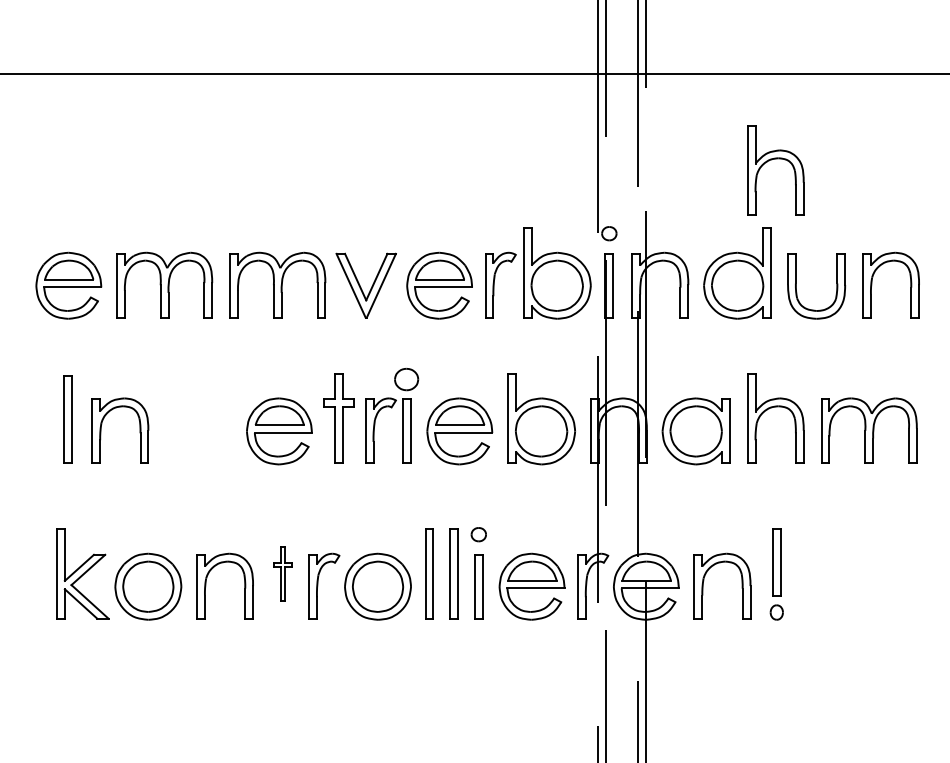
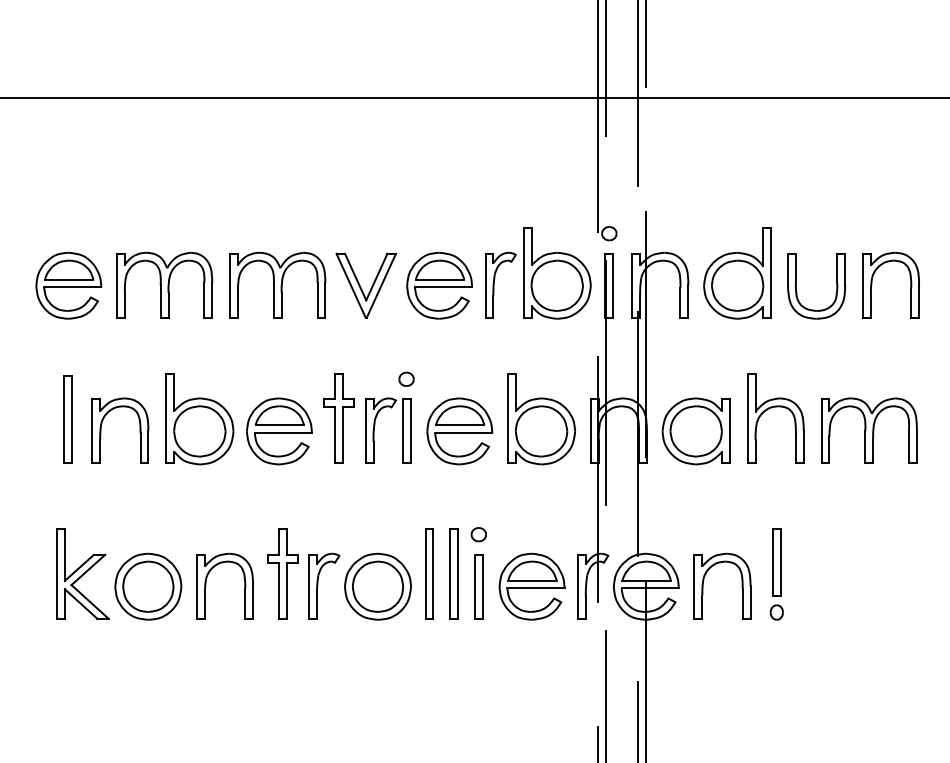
line at (474, 74) position: (474, 74) -> (474, 98)
part at (771, 160): present -> none
part at (406, 379) size: 26x24 px -> 17x16 px
part at (199, 419): none -> present
part at (282, 573) size: 20x56 px -> 32x92 px
